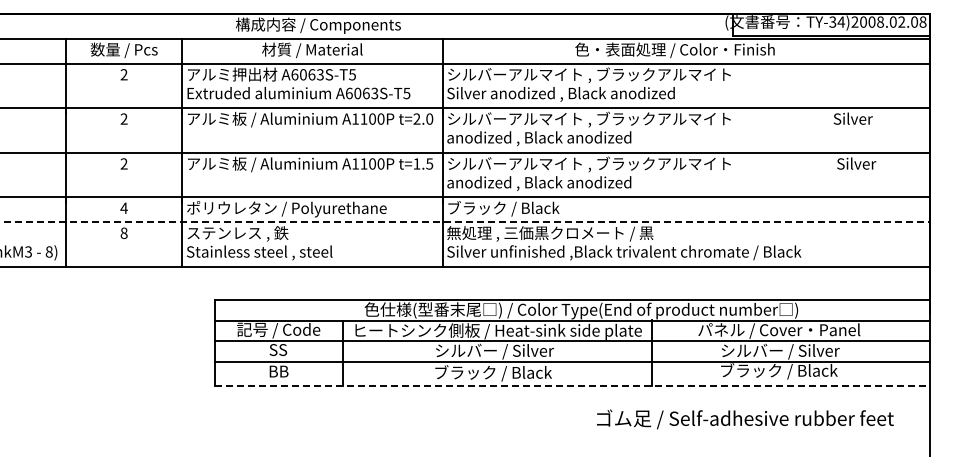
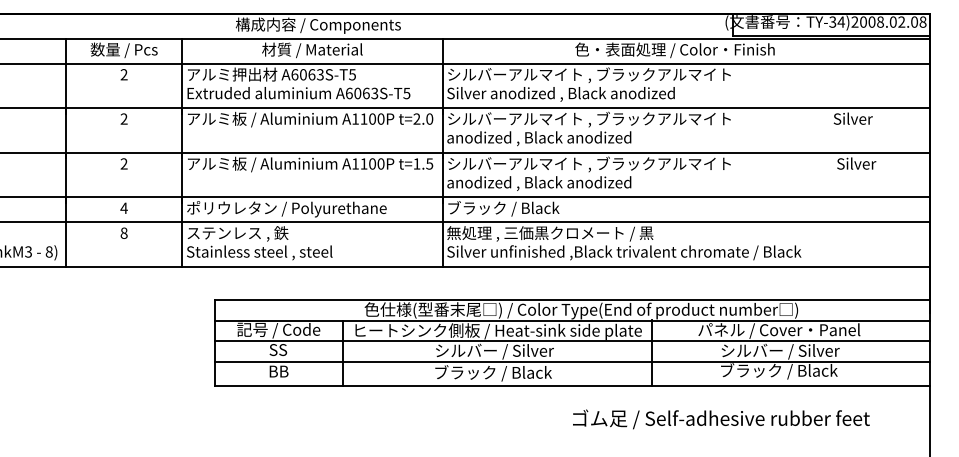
line at (465, 222): dashed -> solid
line at (572, 385): dashed -> solid
text at (745, 419) position: (745, 419) -> (721, 419)
